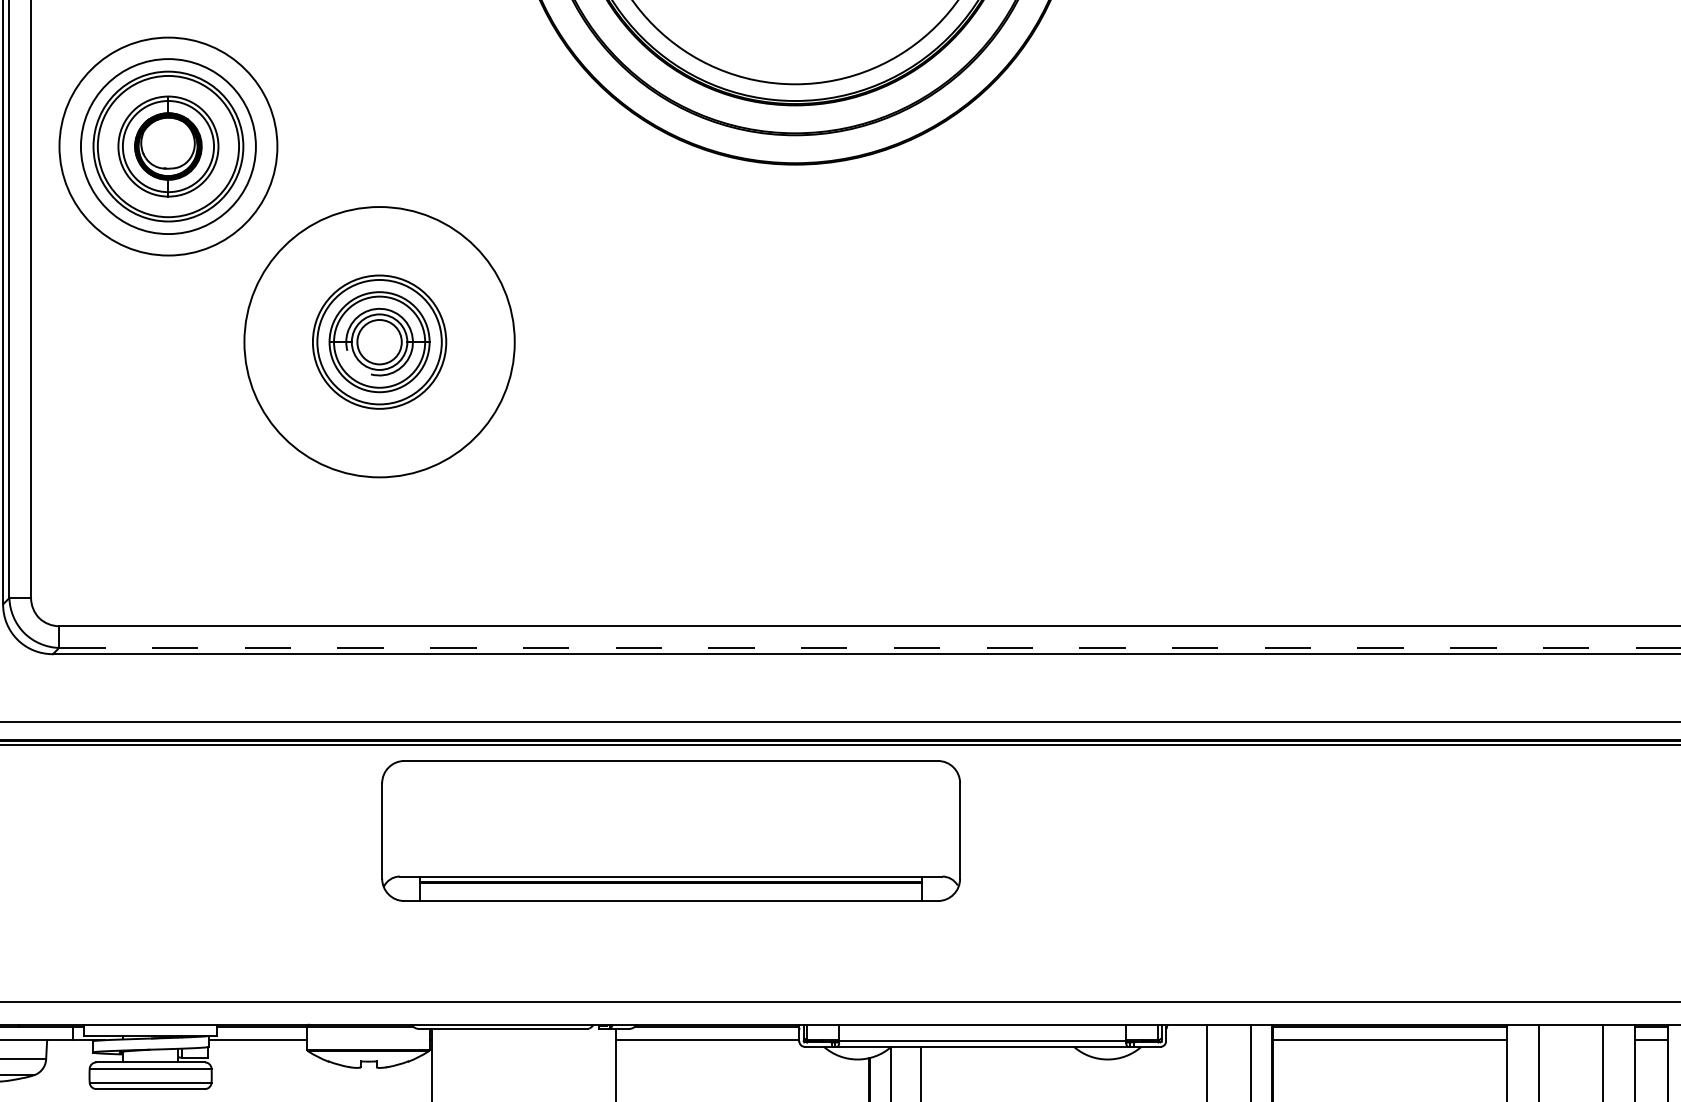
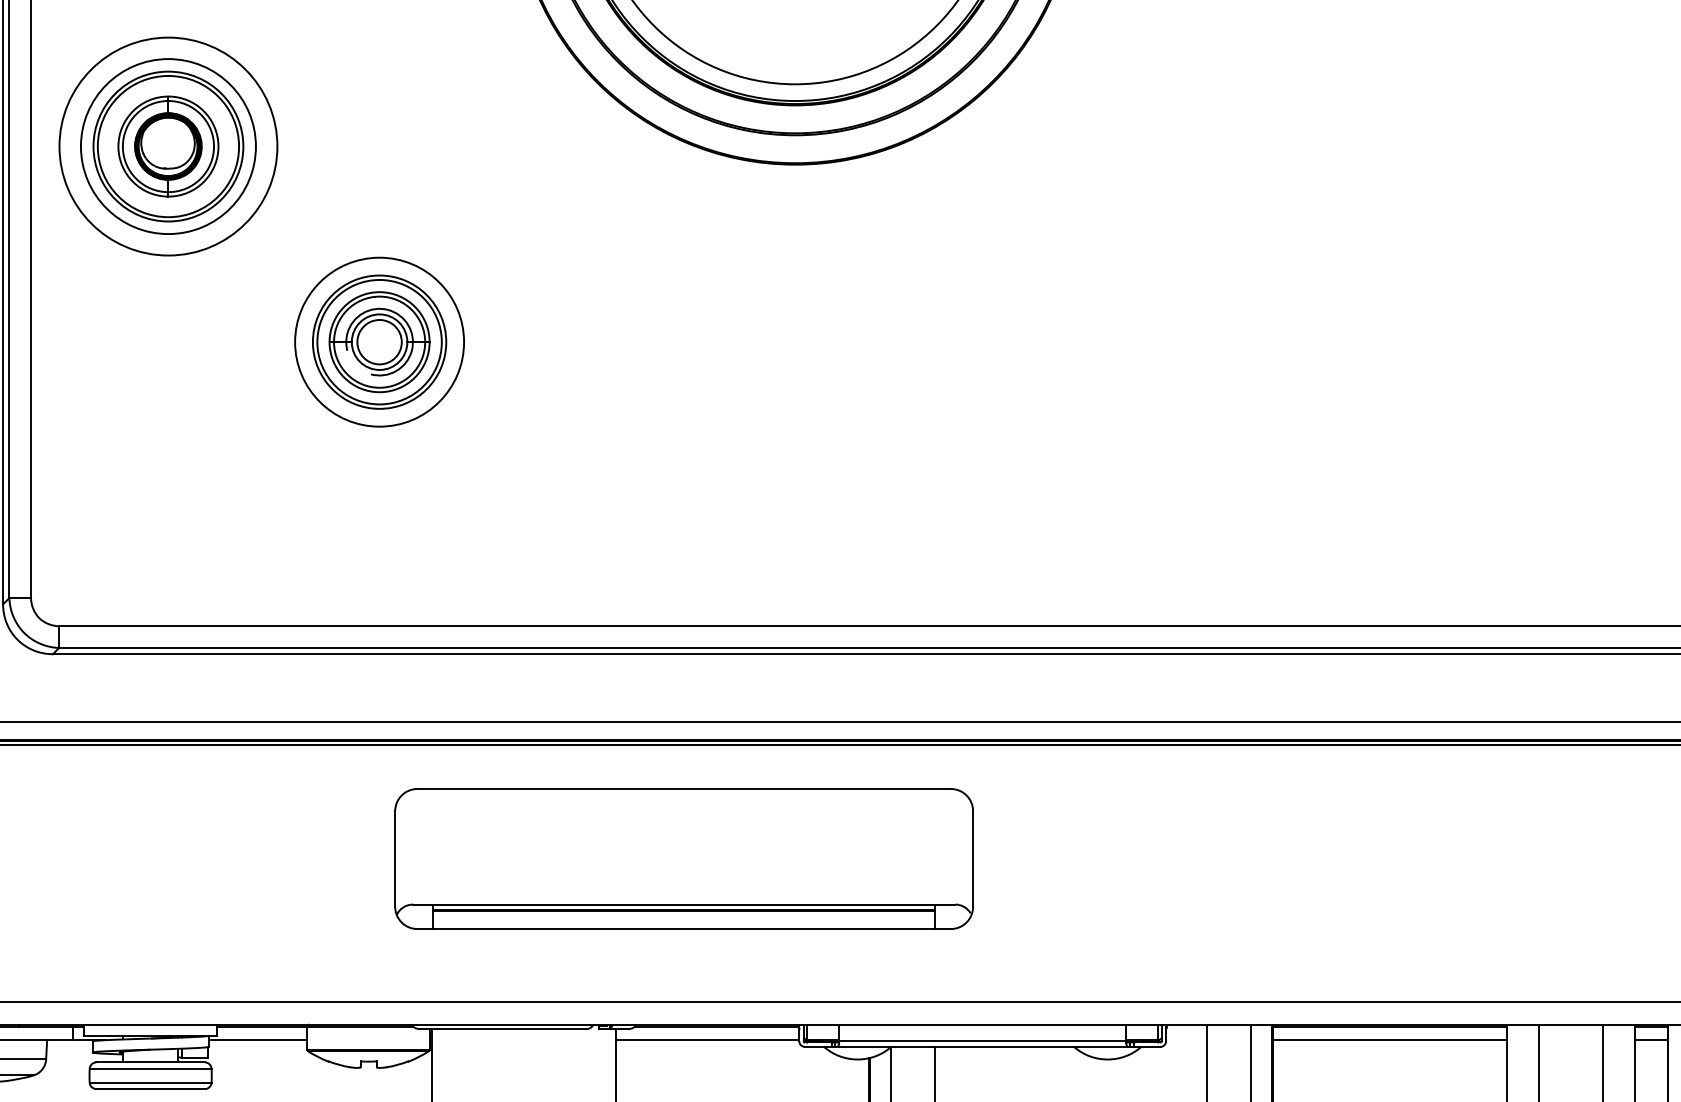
circle at (379, 342) diameter: 270 px -> 169 px
line at (869, 647): dashed -> solid
part at (670, 830) position: (670, 830) -> (683, 858)
line at (920, 1072) position: (920, 1072) -> (934, 1072)
